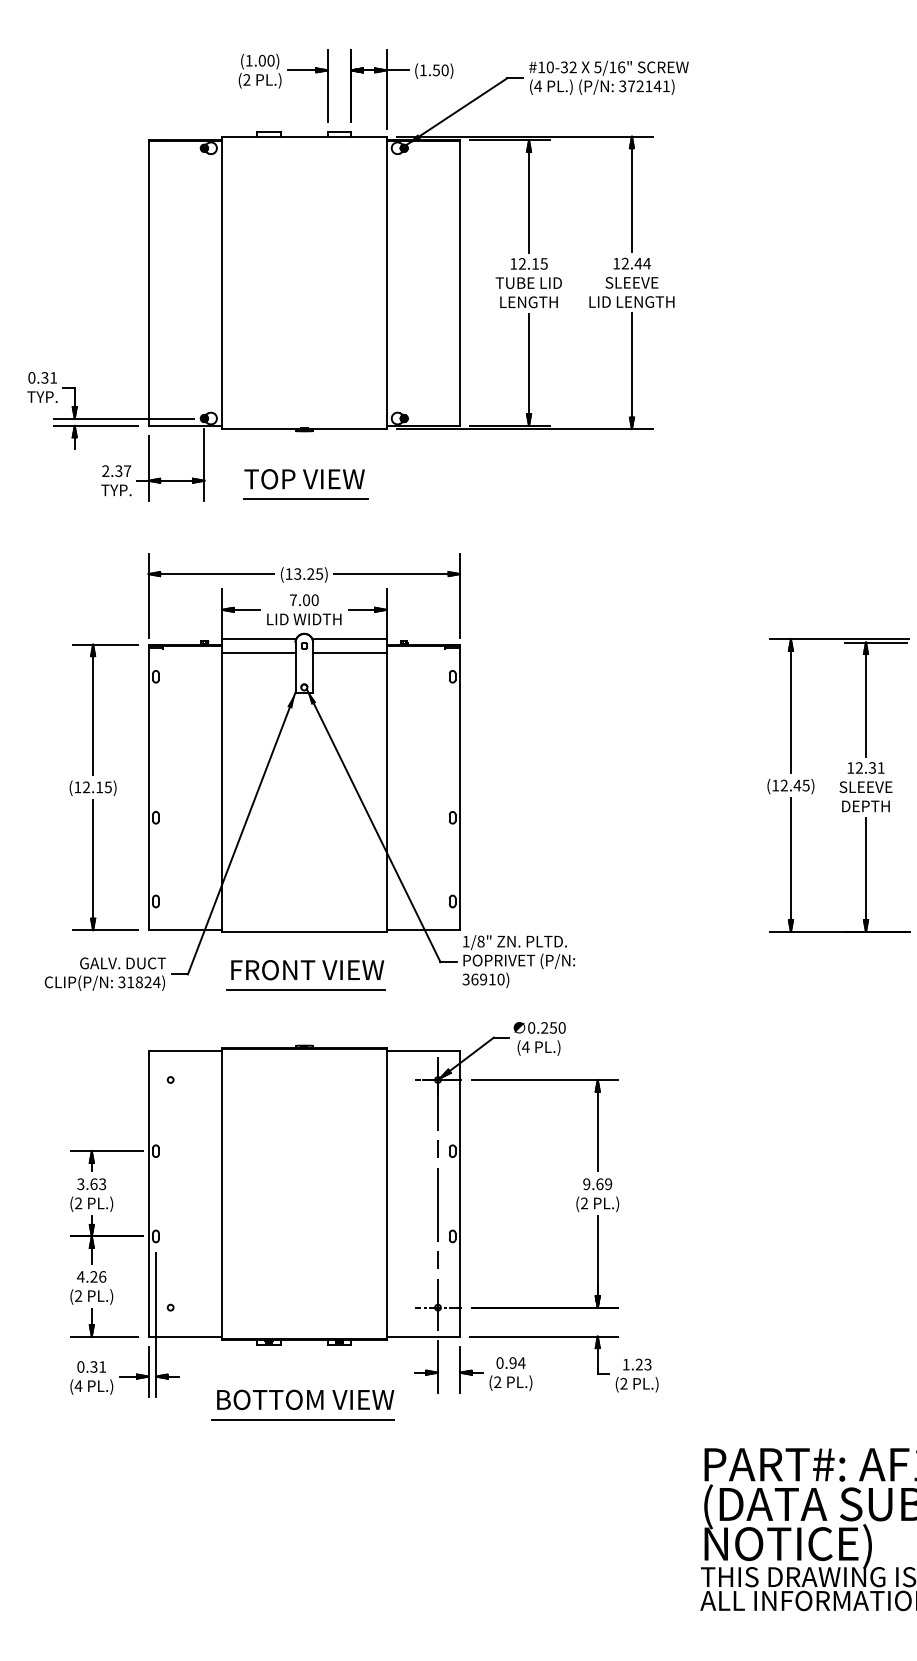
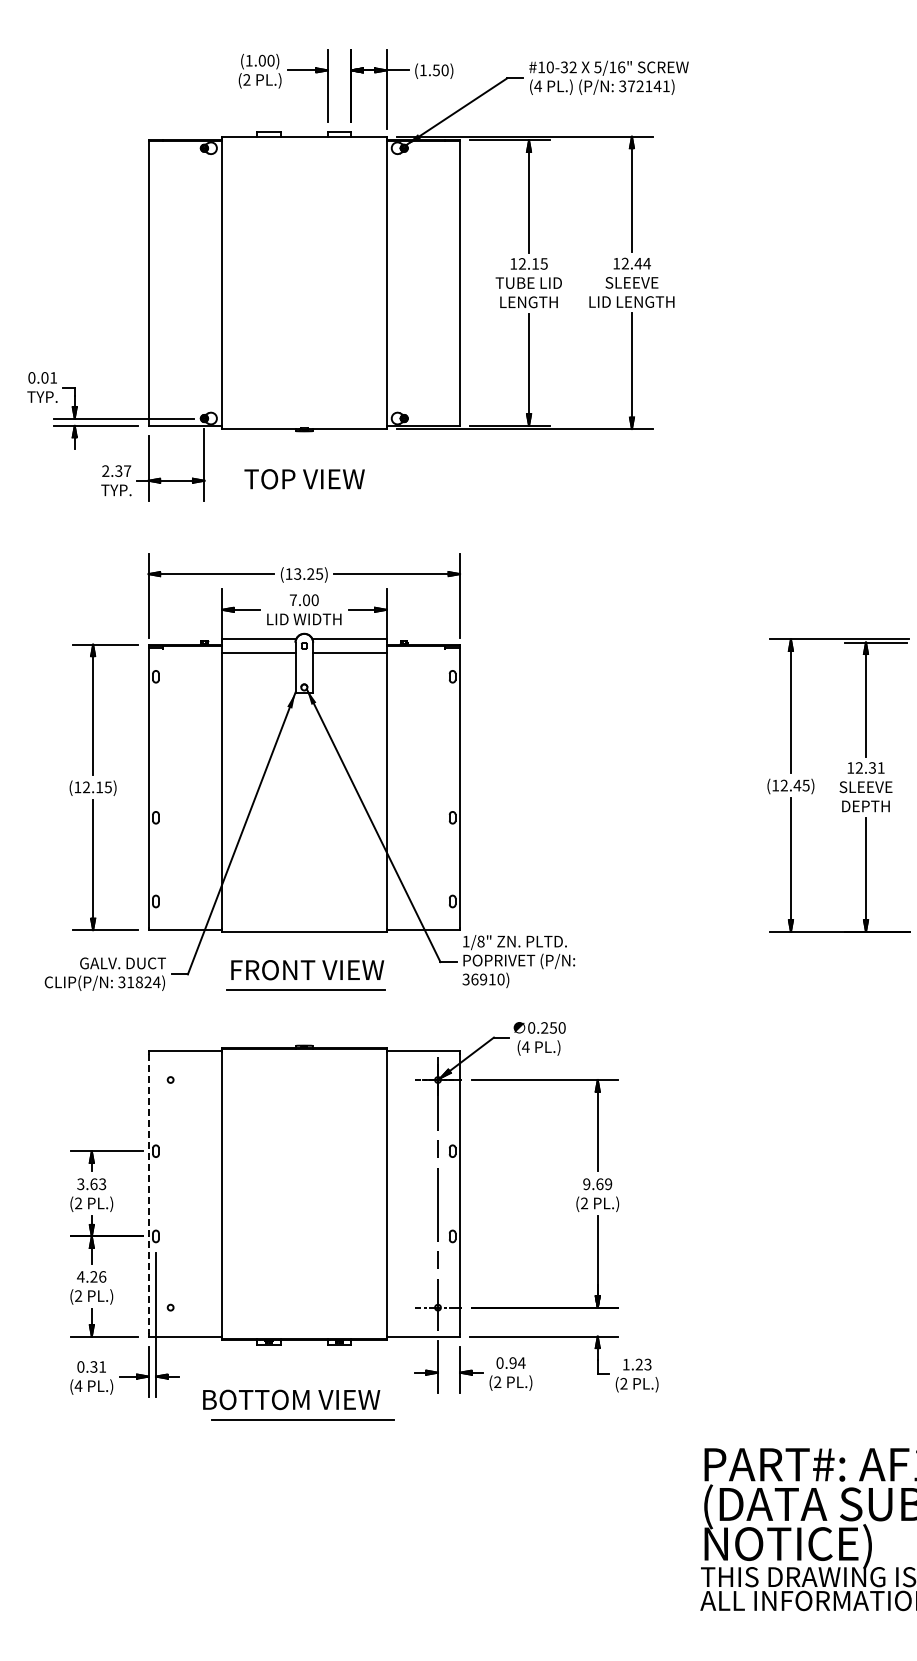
text at (44, 377): 0.31 -> 0.01
line at (305, 499): present -> none
line at (148, 1194): solid -> dashed
text at (305, 1399) position: (305, 1399) -> (291, 1399)
